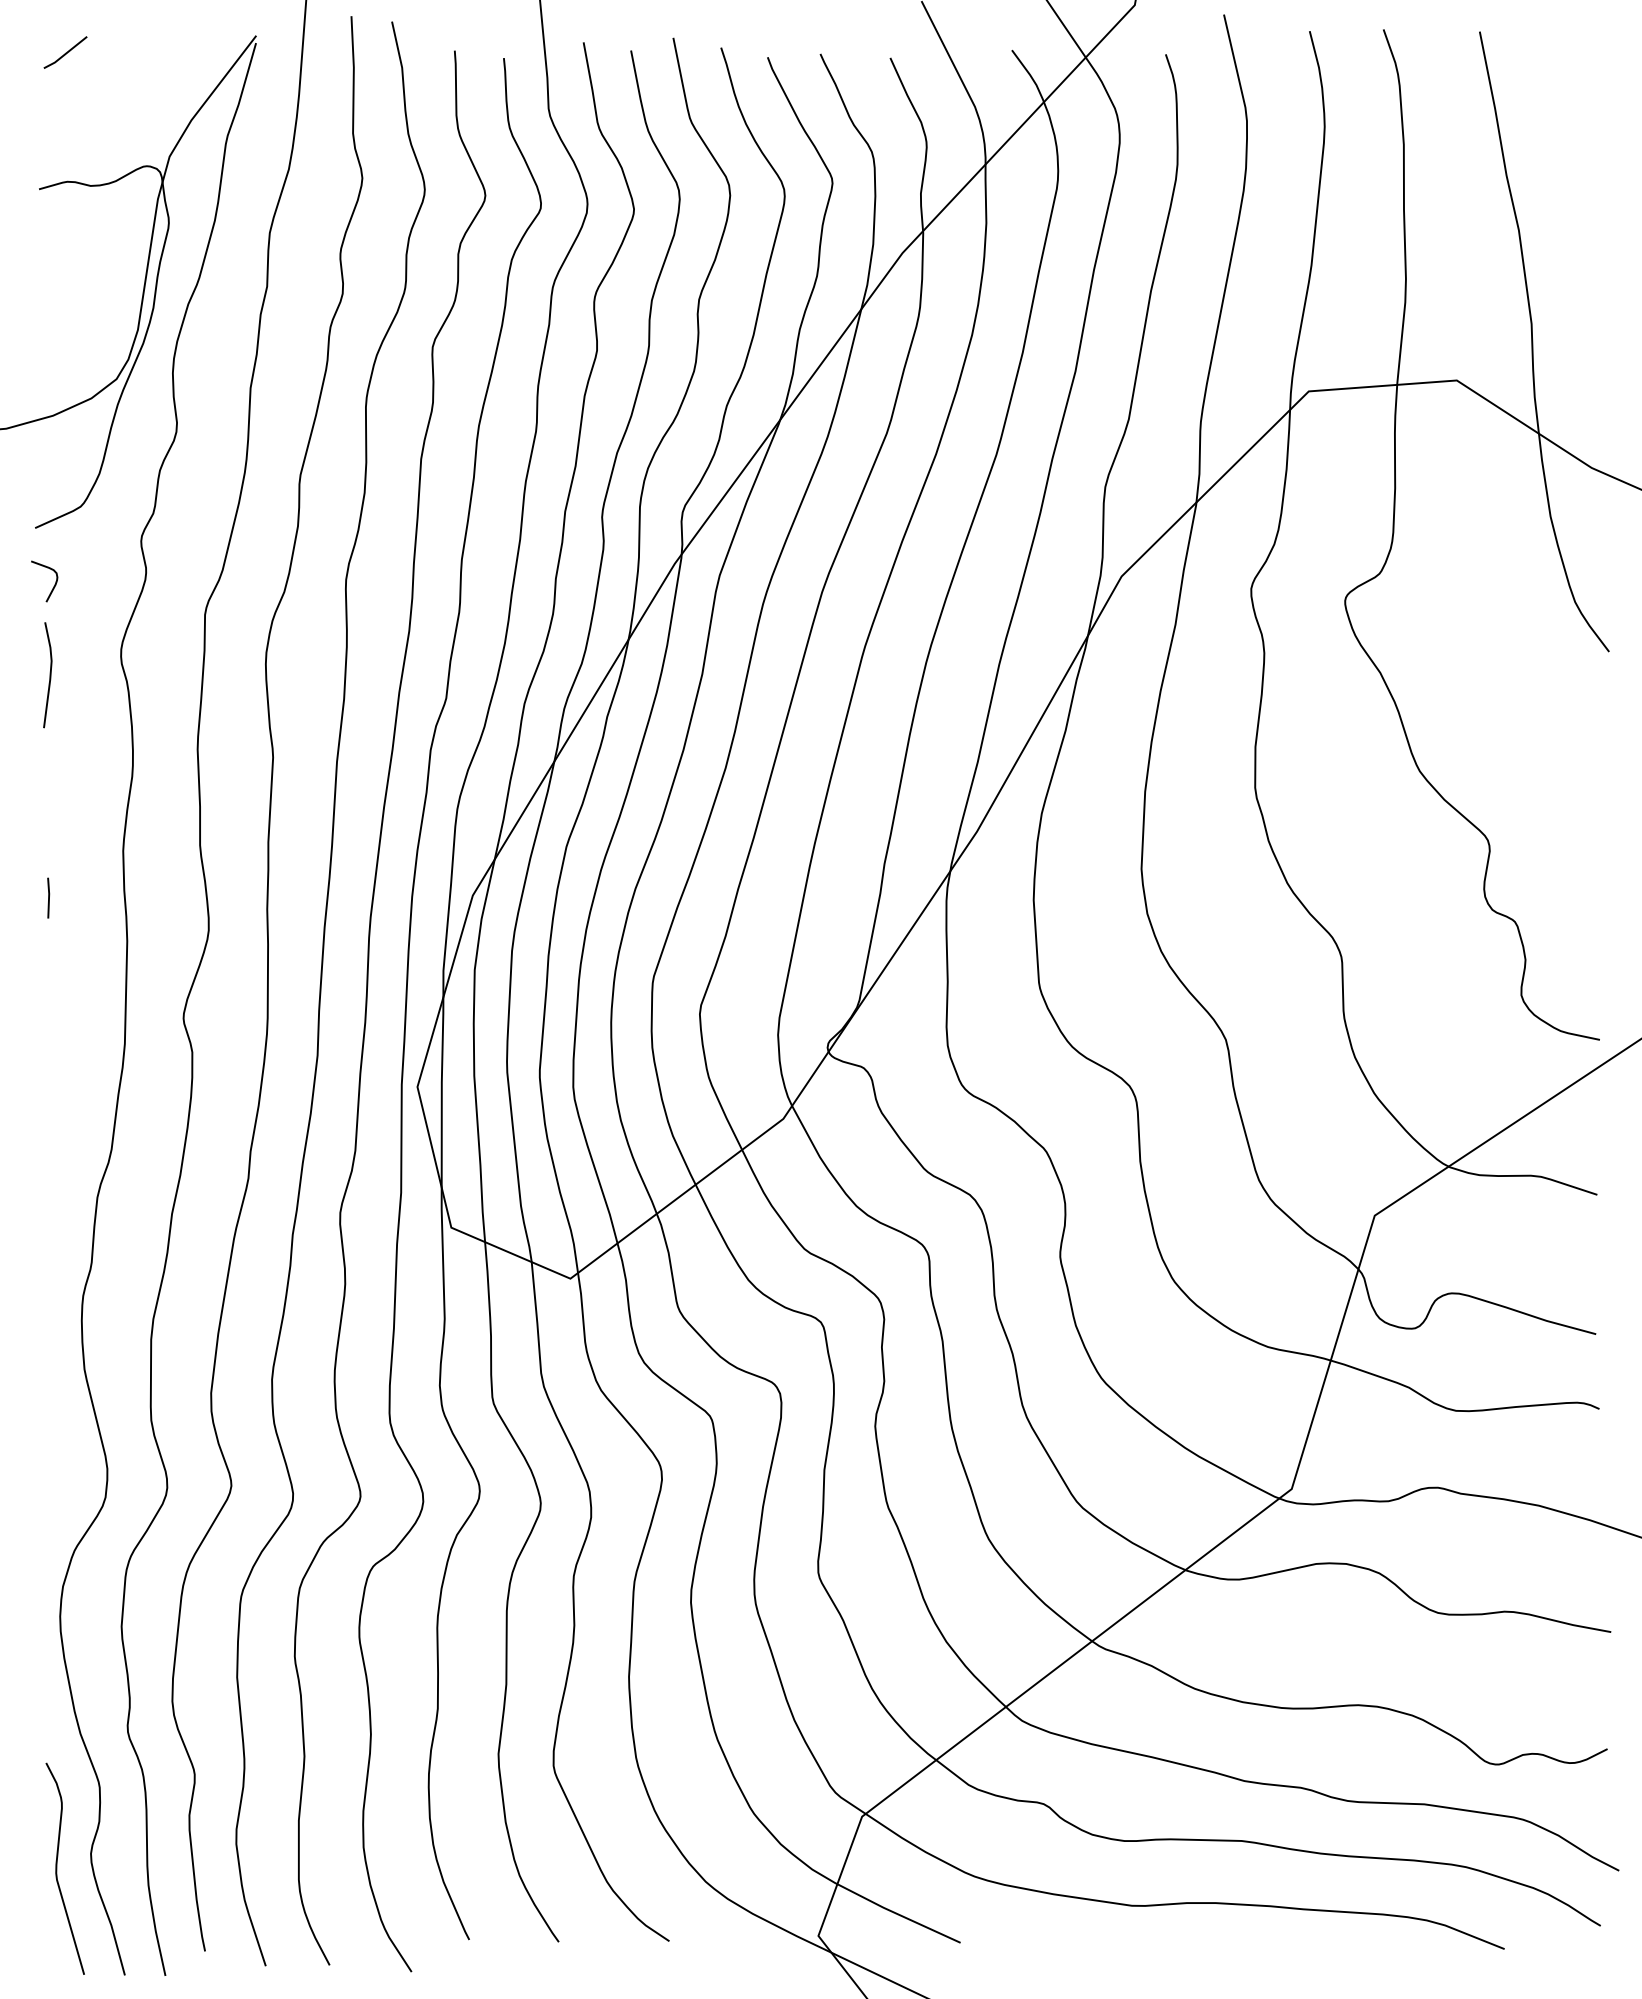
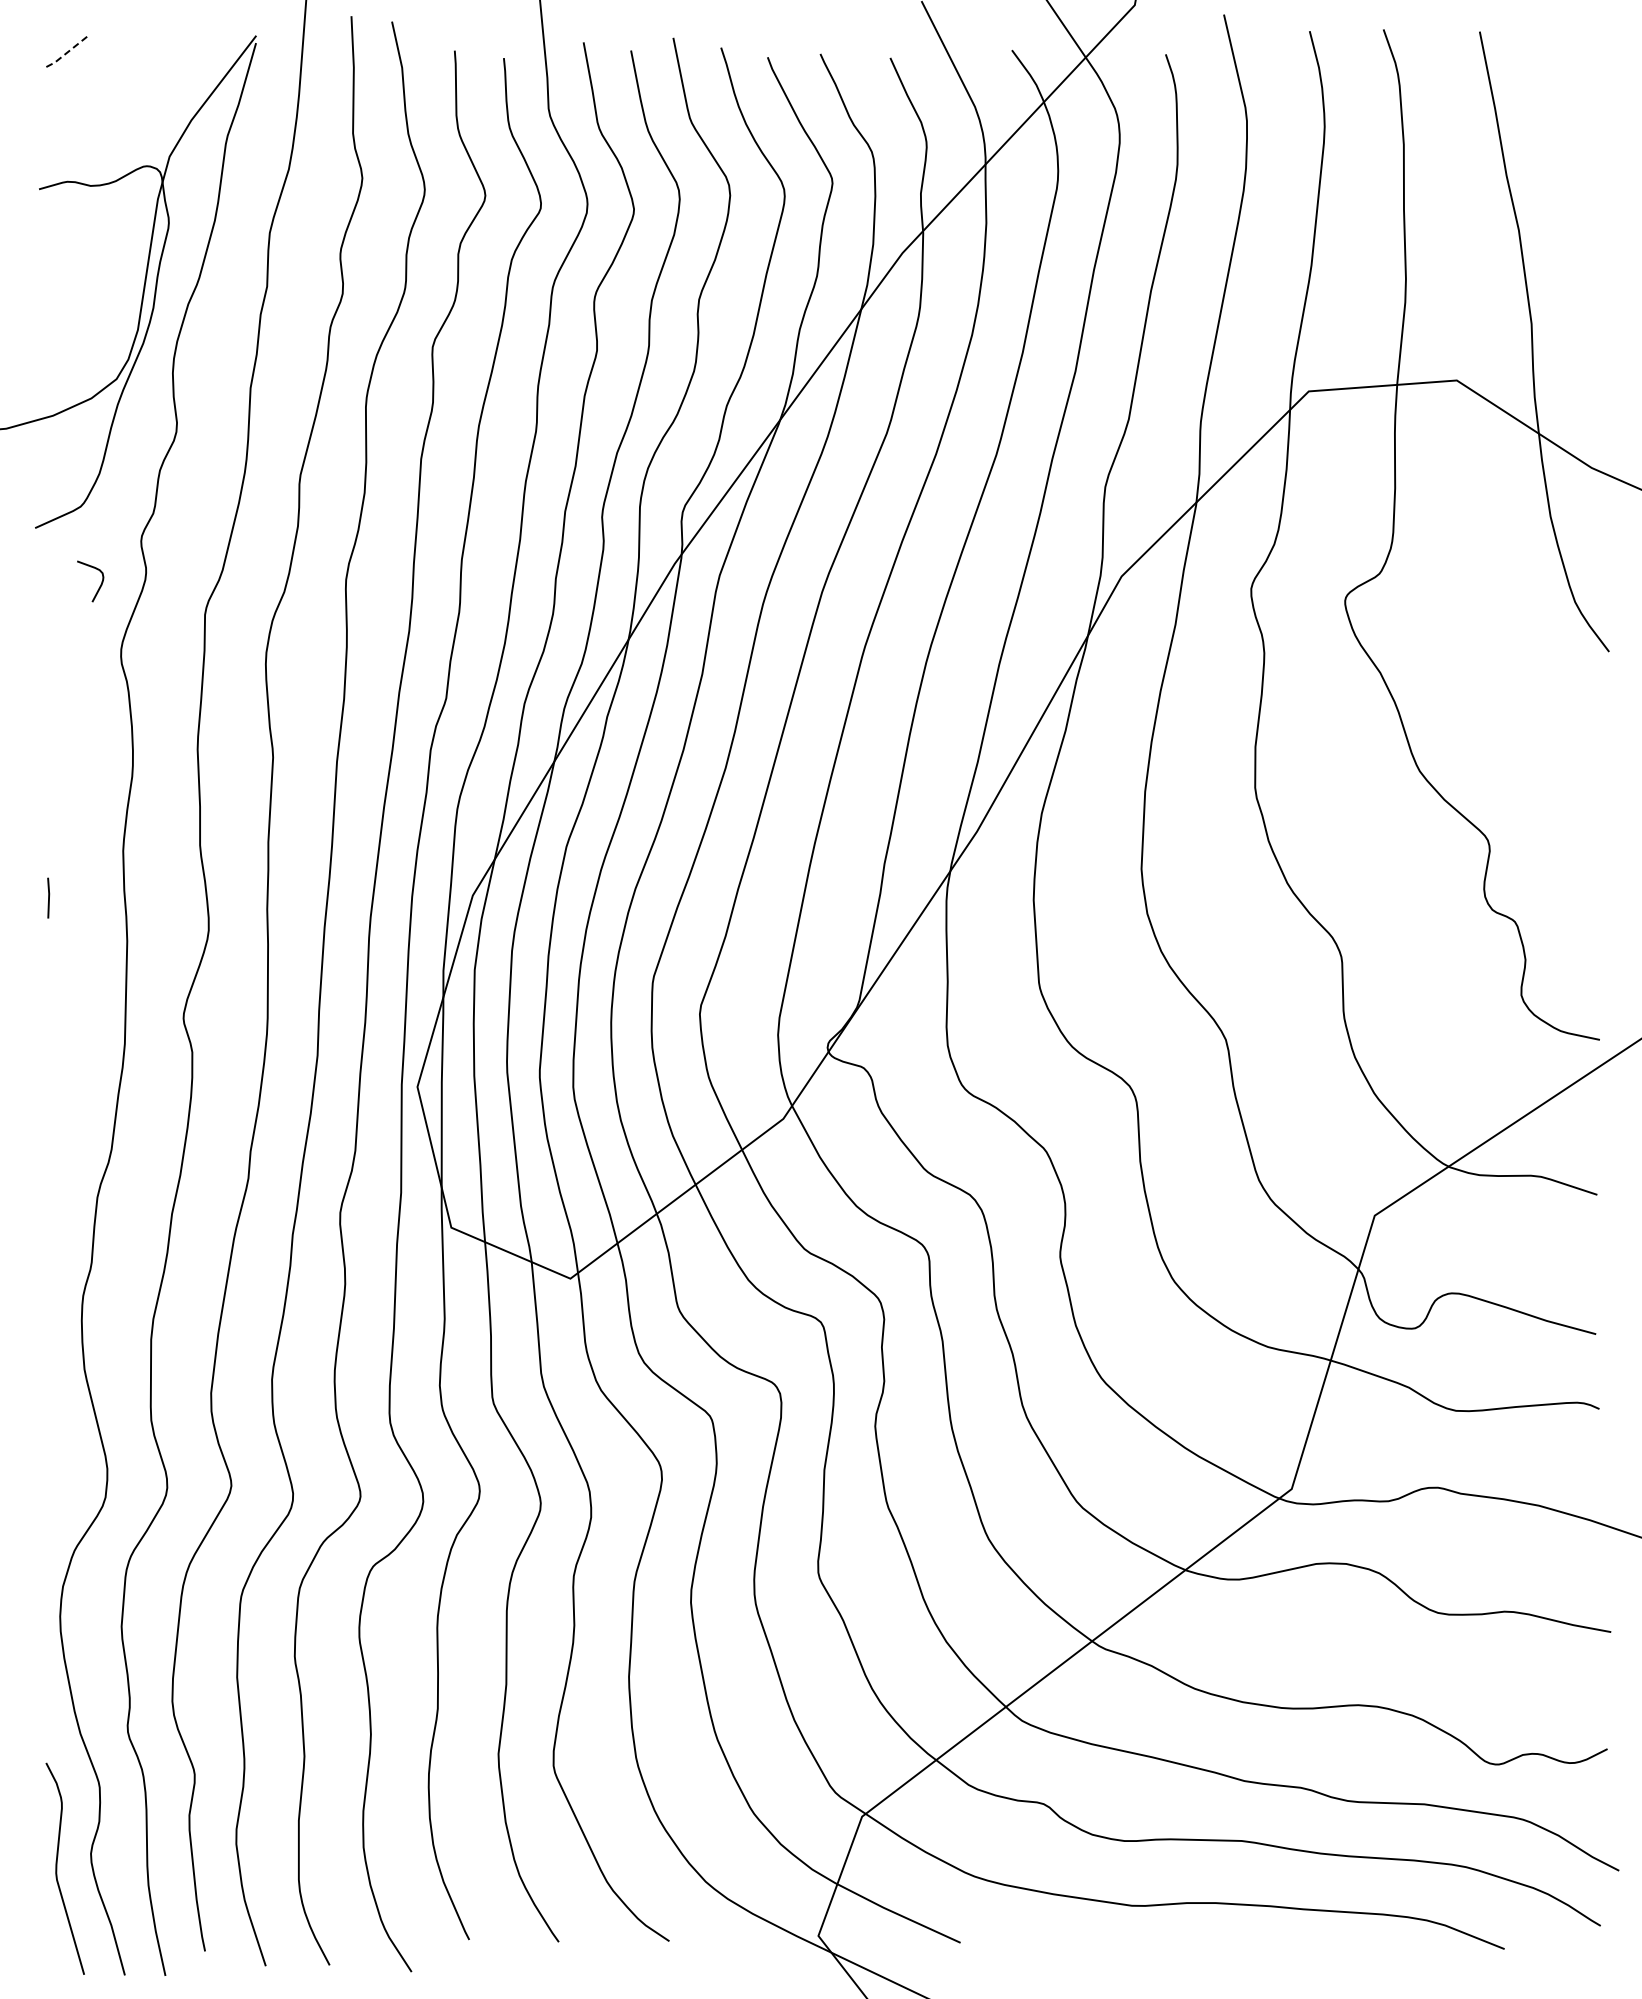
line at (65, 53): solid -> dashed
curve at (53, 586) position: (53, 586) -> (99, 586)
line at (49, 675): present -> none
